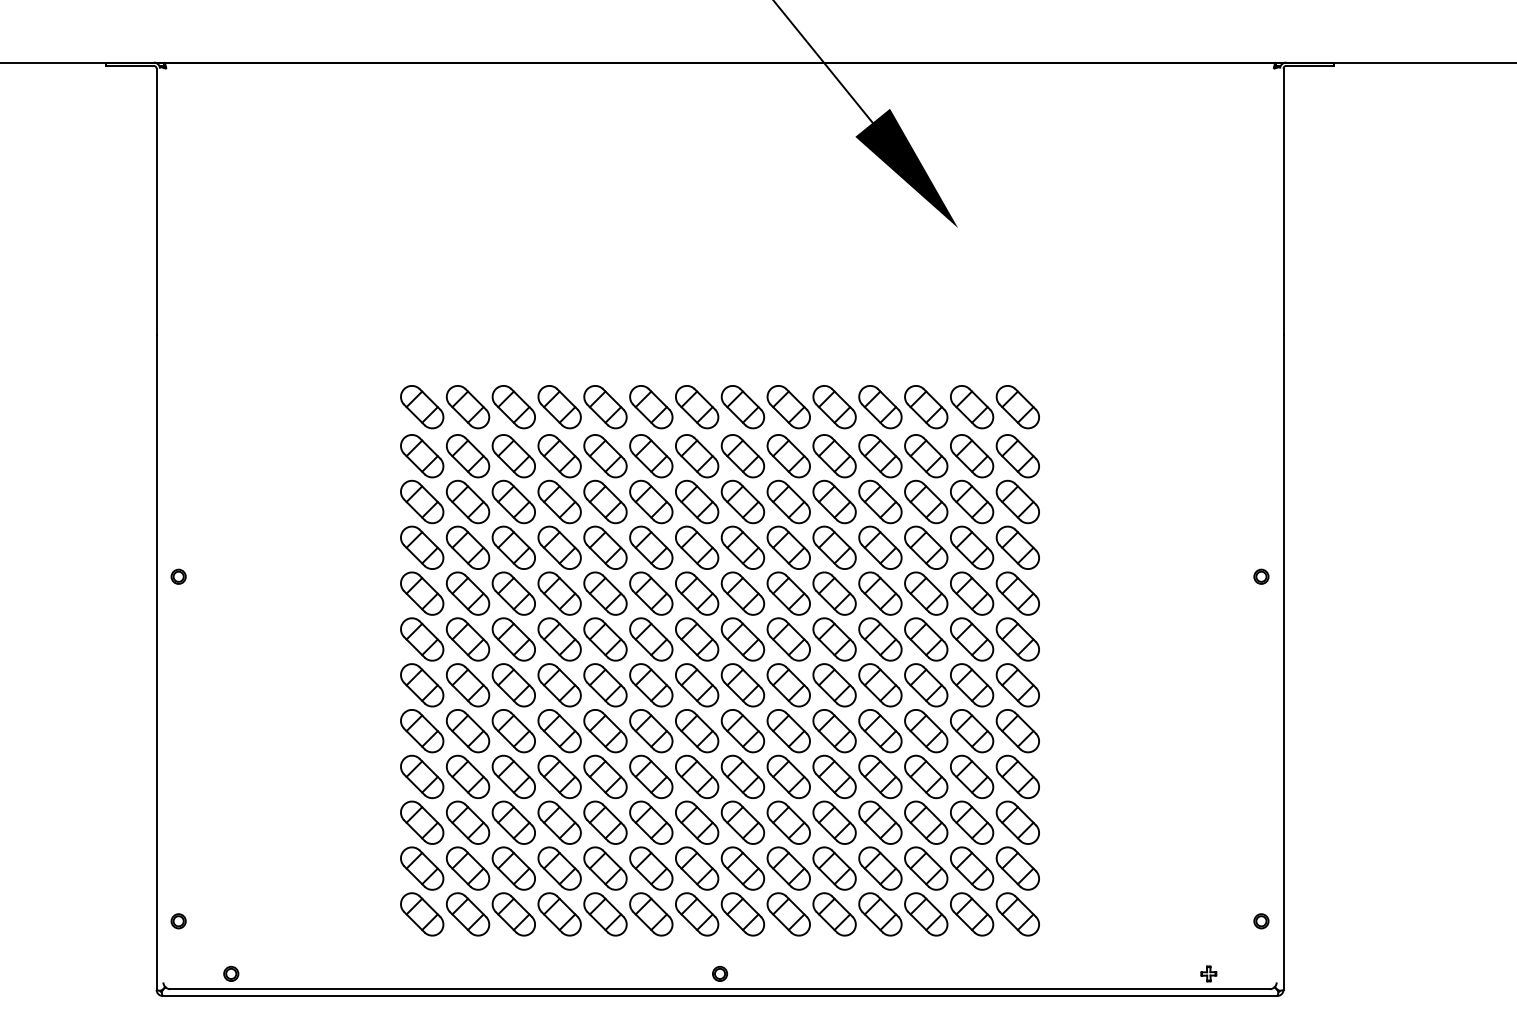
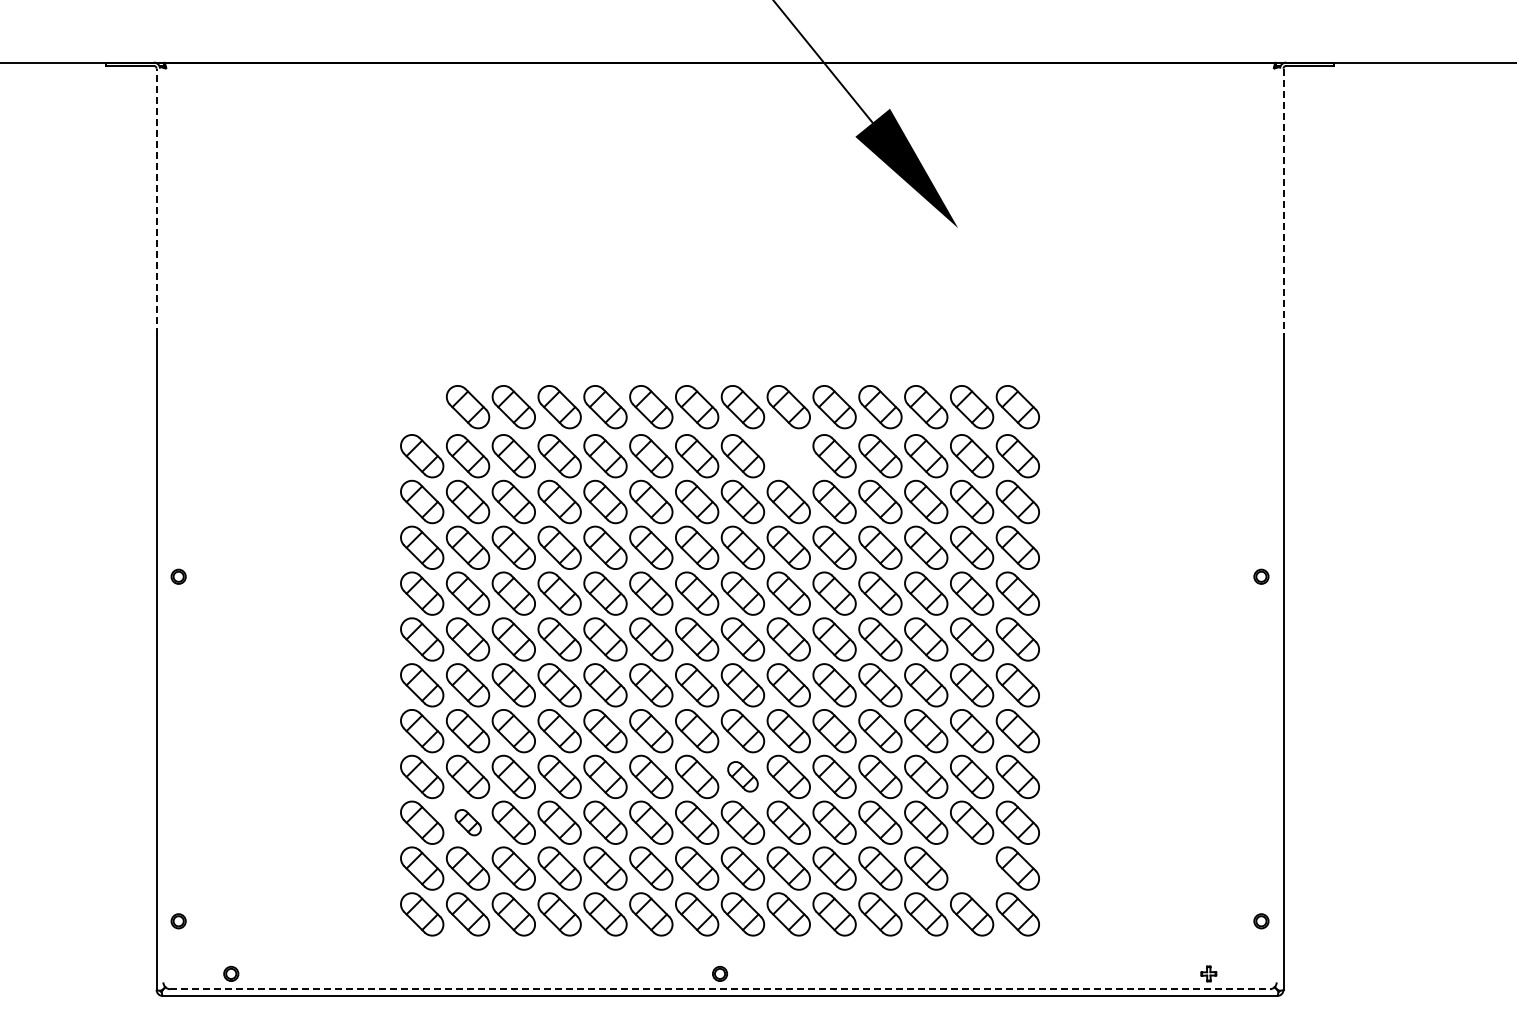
line at (156, 201): solid -> dashed
line at (1283, 202): solid -> dashed
part at (422, 407): present -> none
part at (788, 456): present -> none
part at (742, 776) size: 46x45 px -> 32x32 px
part at (468, 822) size: 45x45 px -> 28x28 px
part at (972, 868): present -> none
line at (720, 989): solid -> dashed
